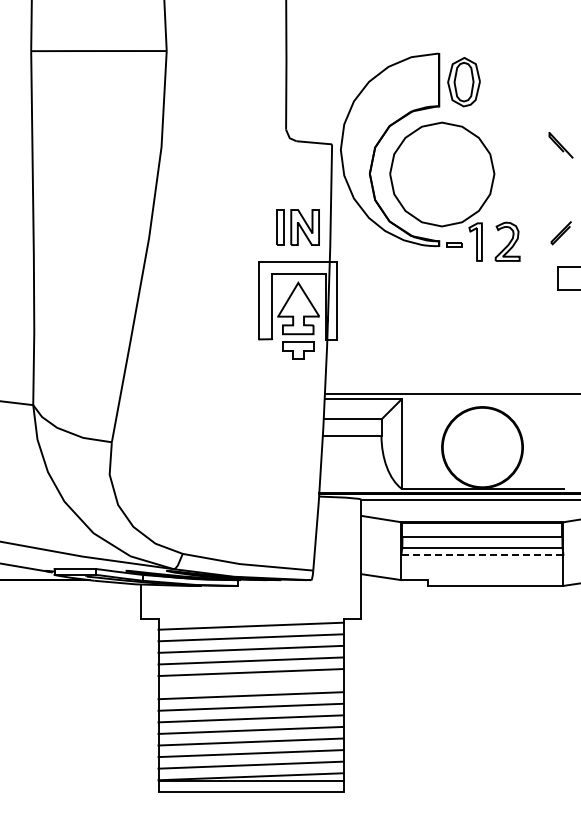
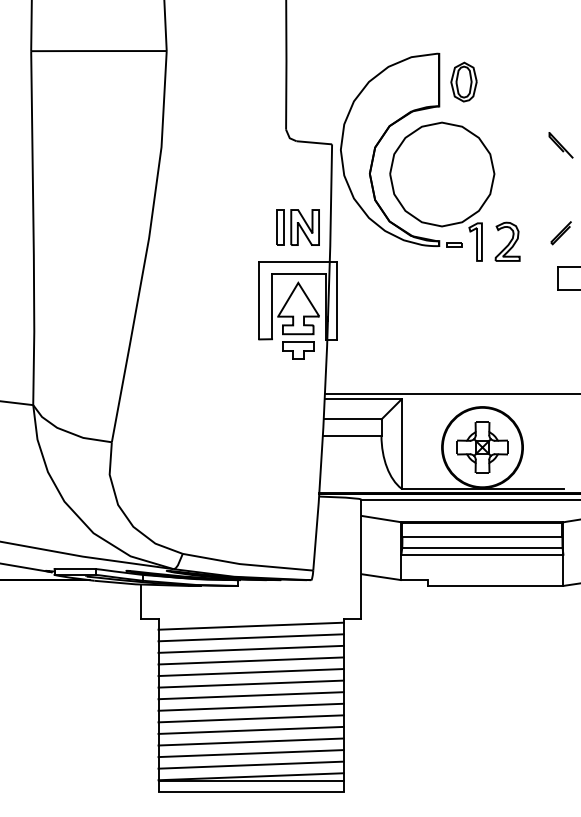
part at (463, 82) size: 34x51 px -> 28x42 px
part at (482, 447): none -> present
line at (481, 554): dashed -> solid
line at (250, 683): none -> present
